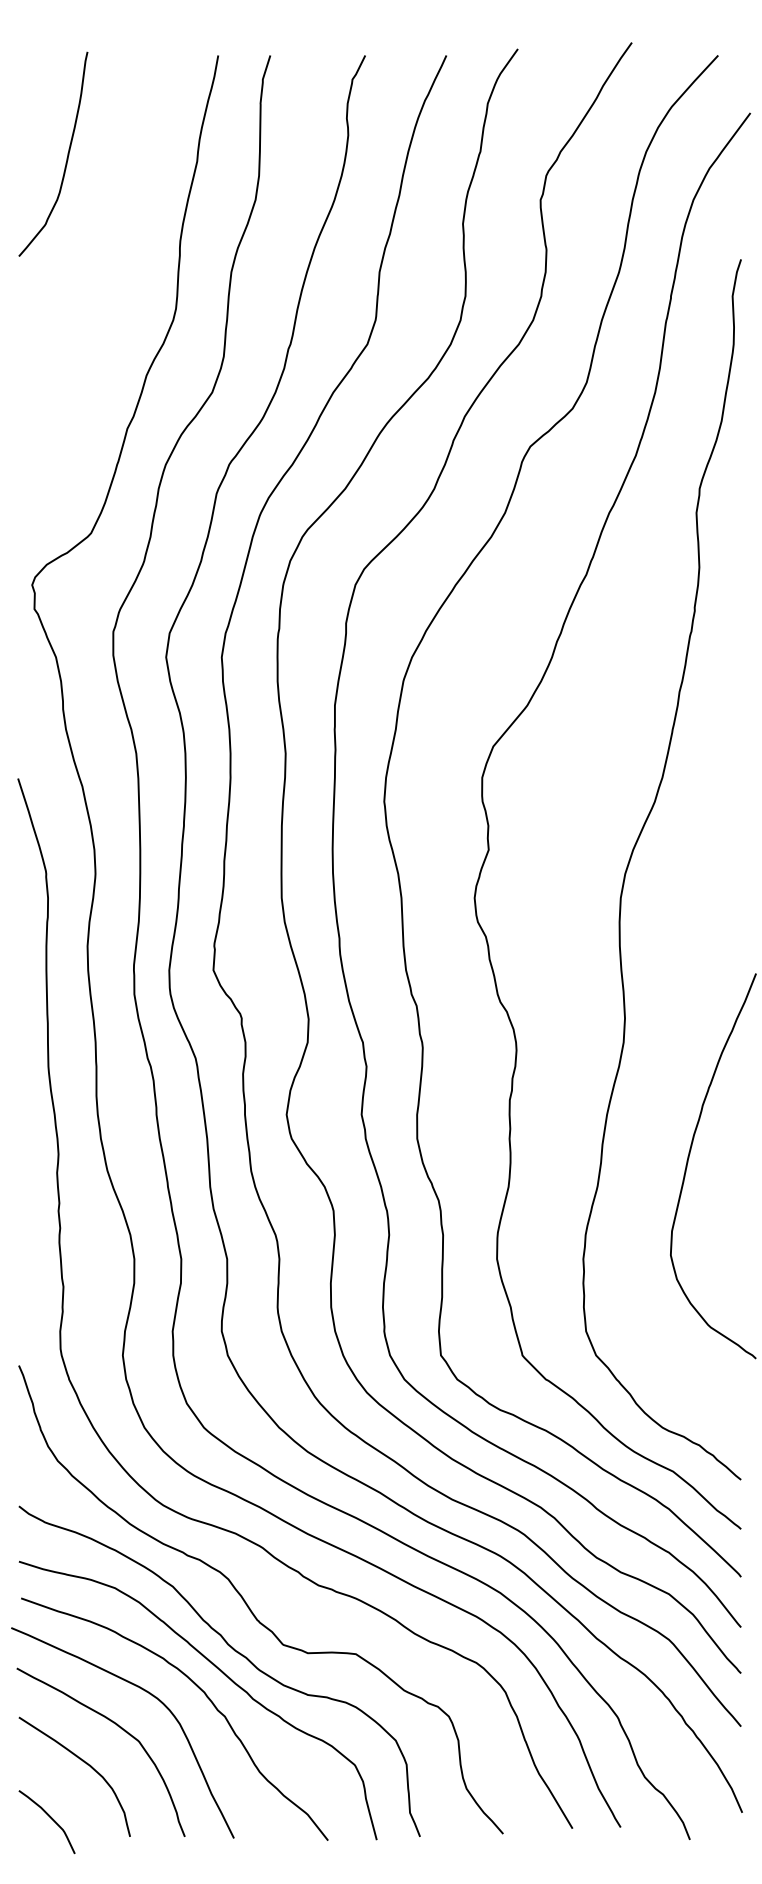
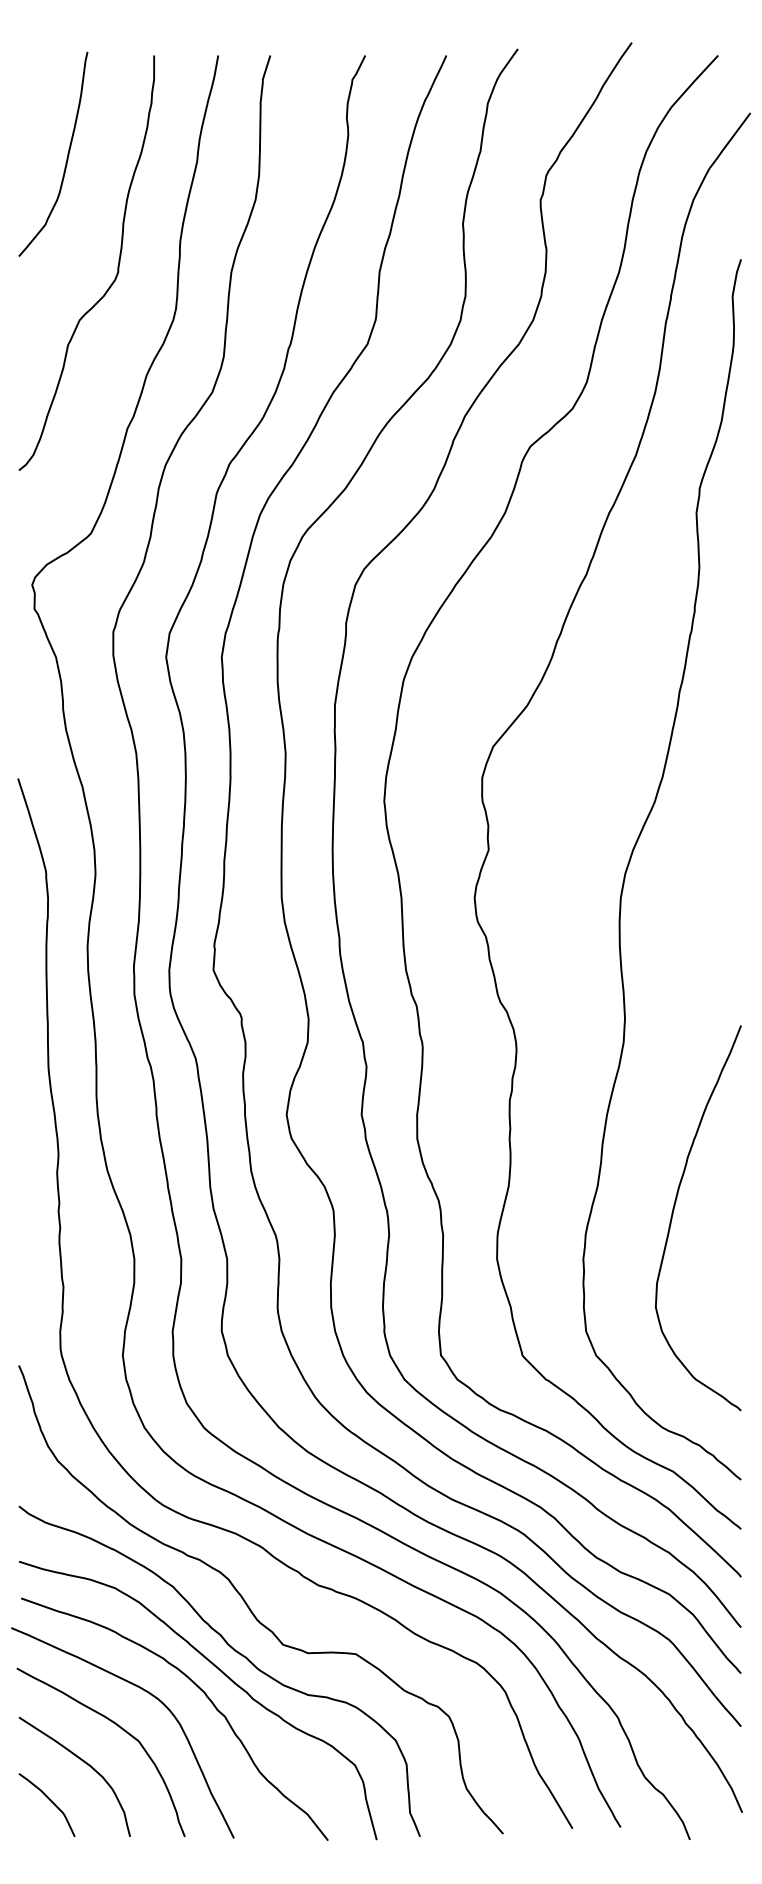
curve at (117, 265): none -> present
curve at (689, 1158) position: (689, 1158) -> (674, 1210)
curve at (50, 1818) position: (50, 1818) -> (50, 1801)
